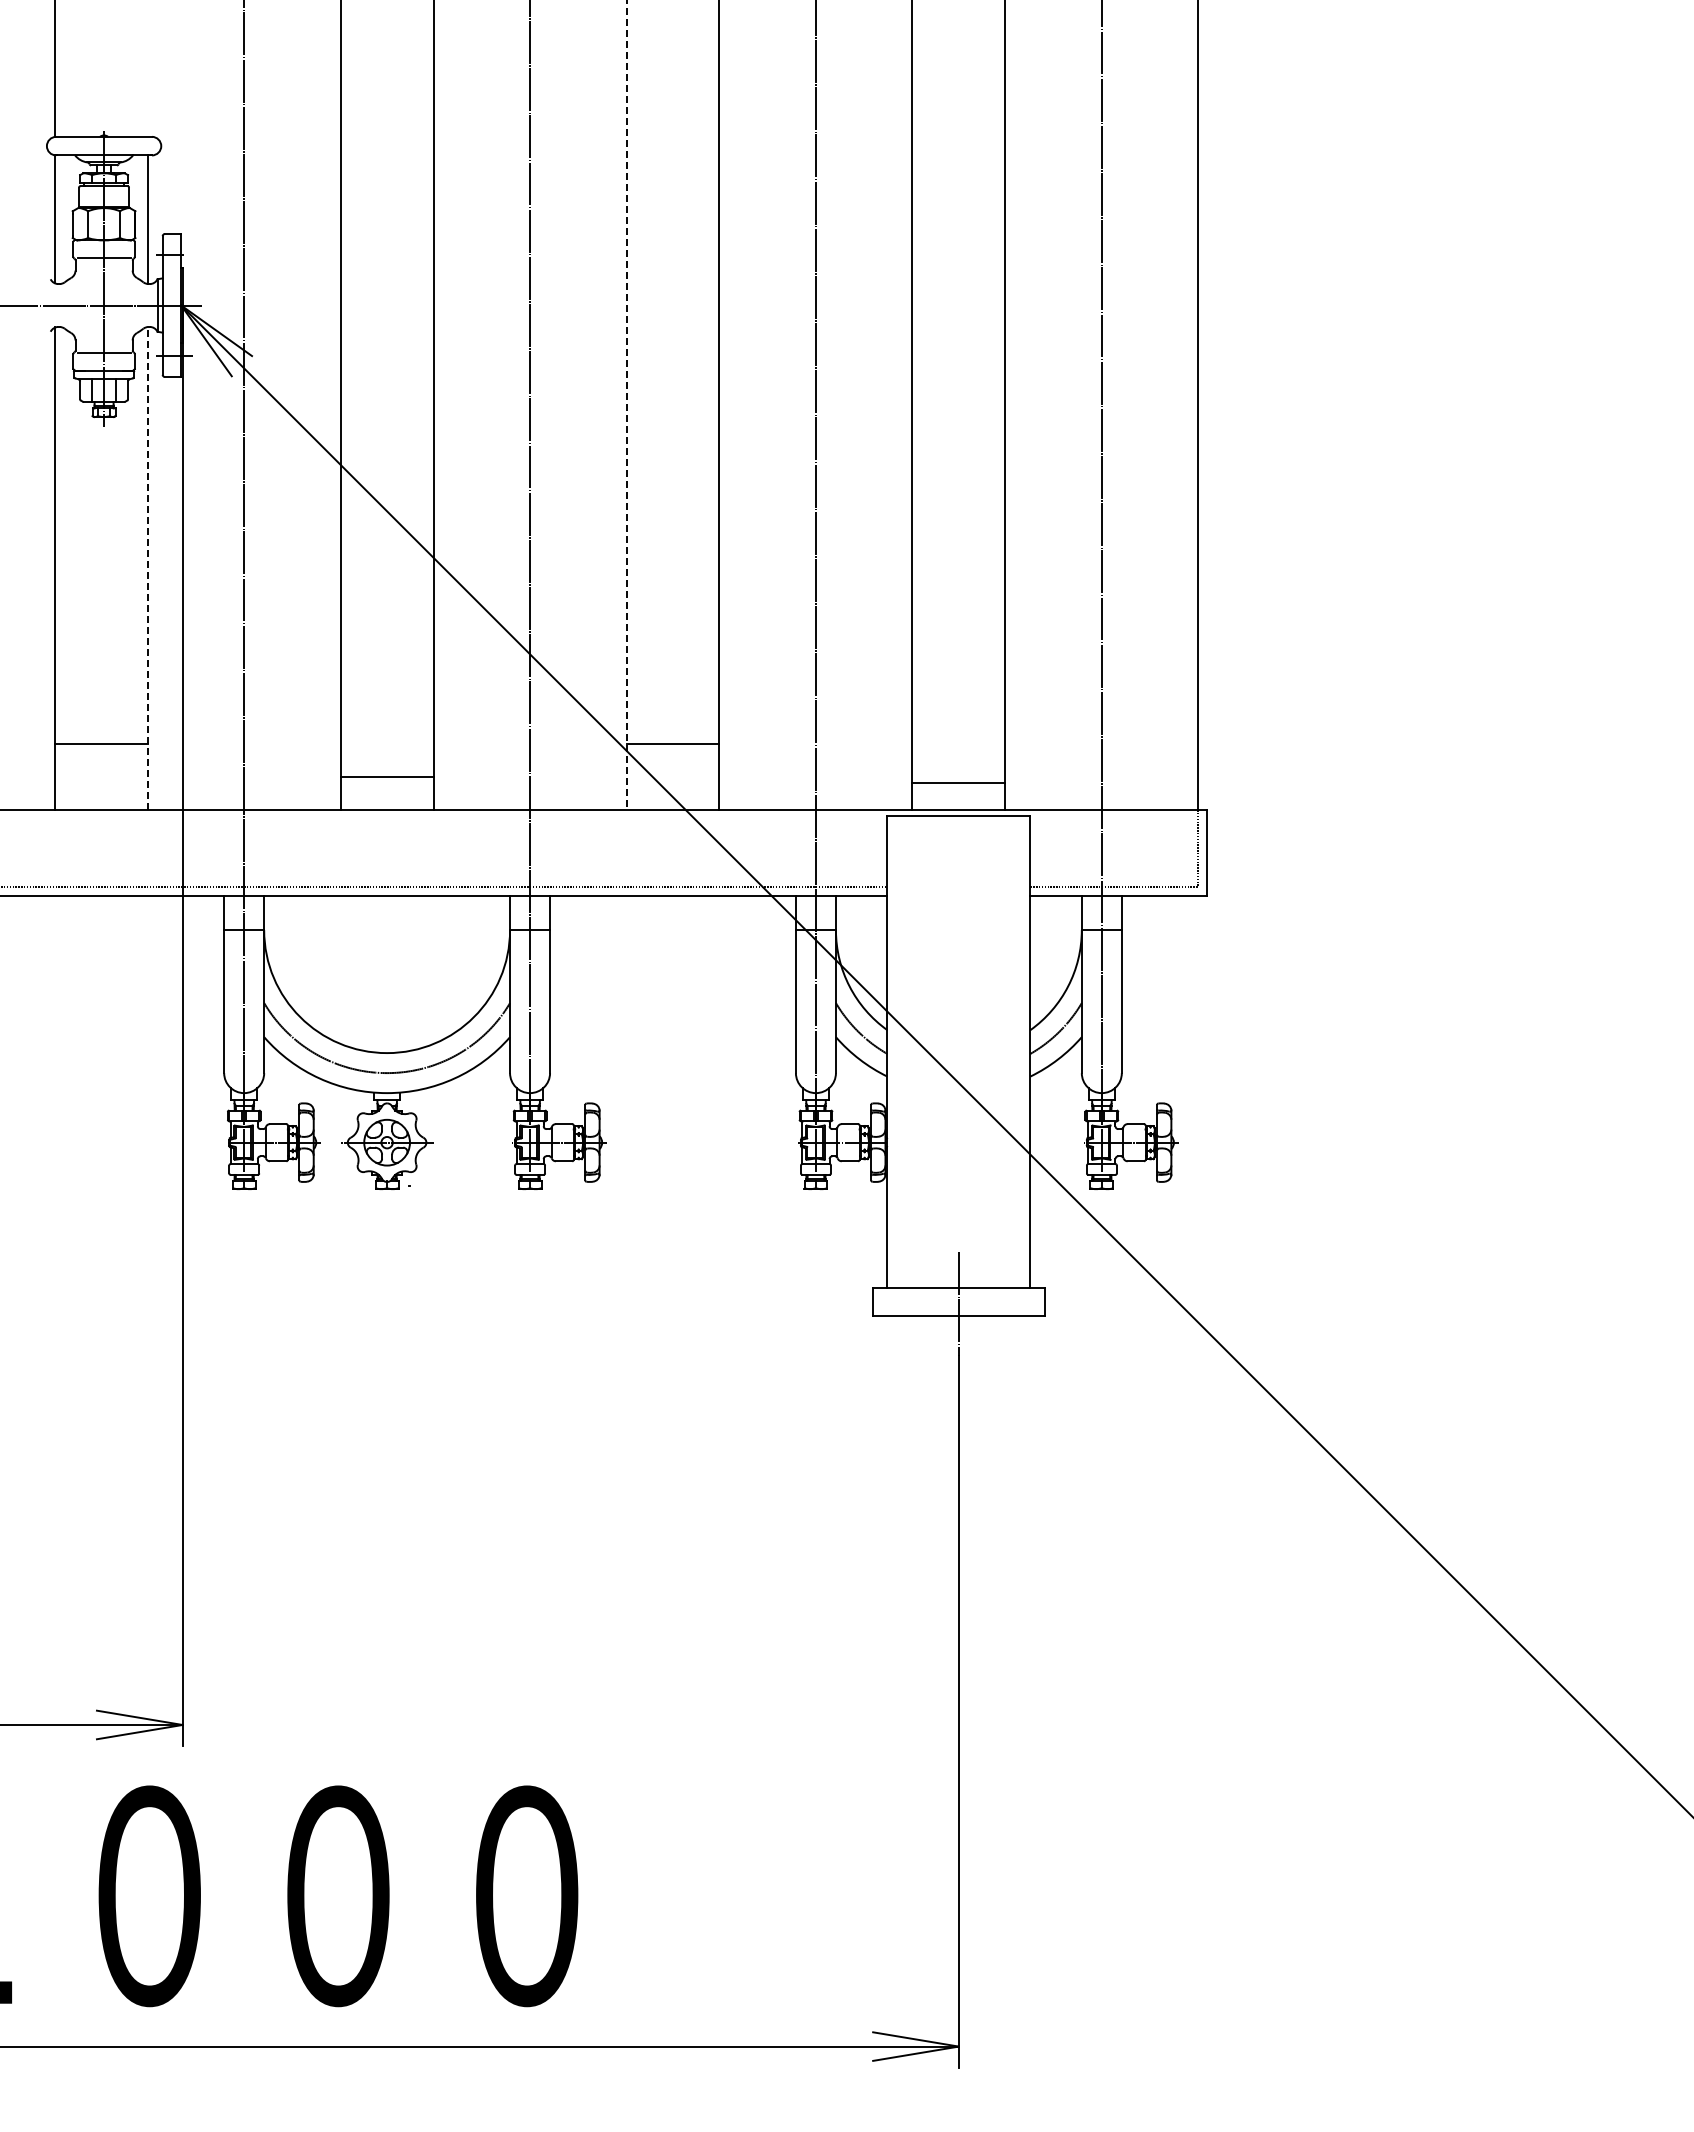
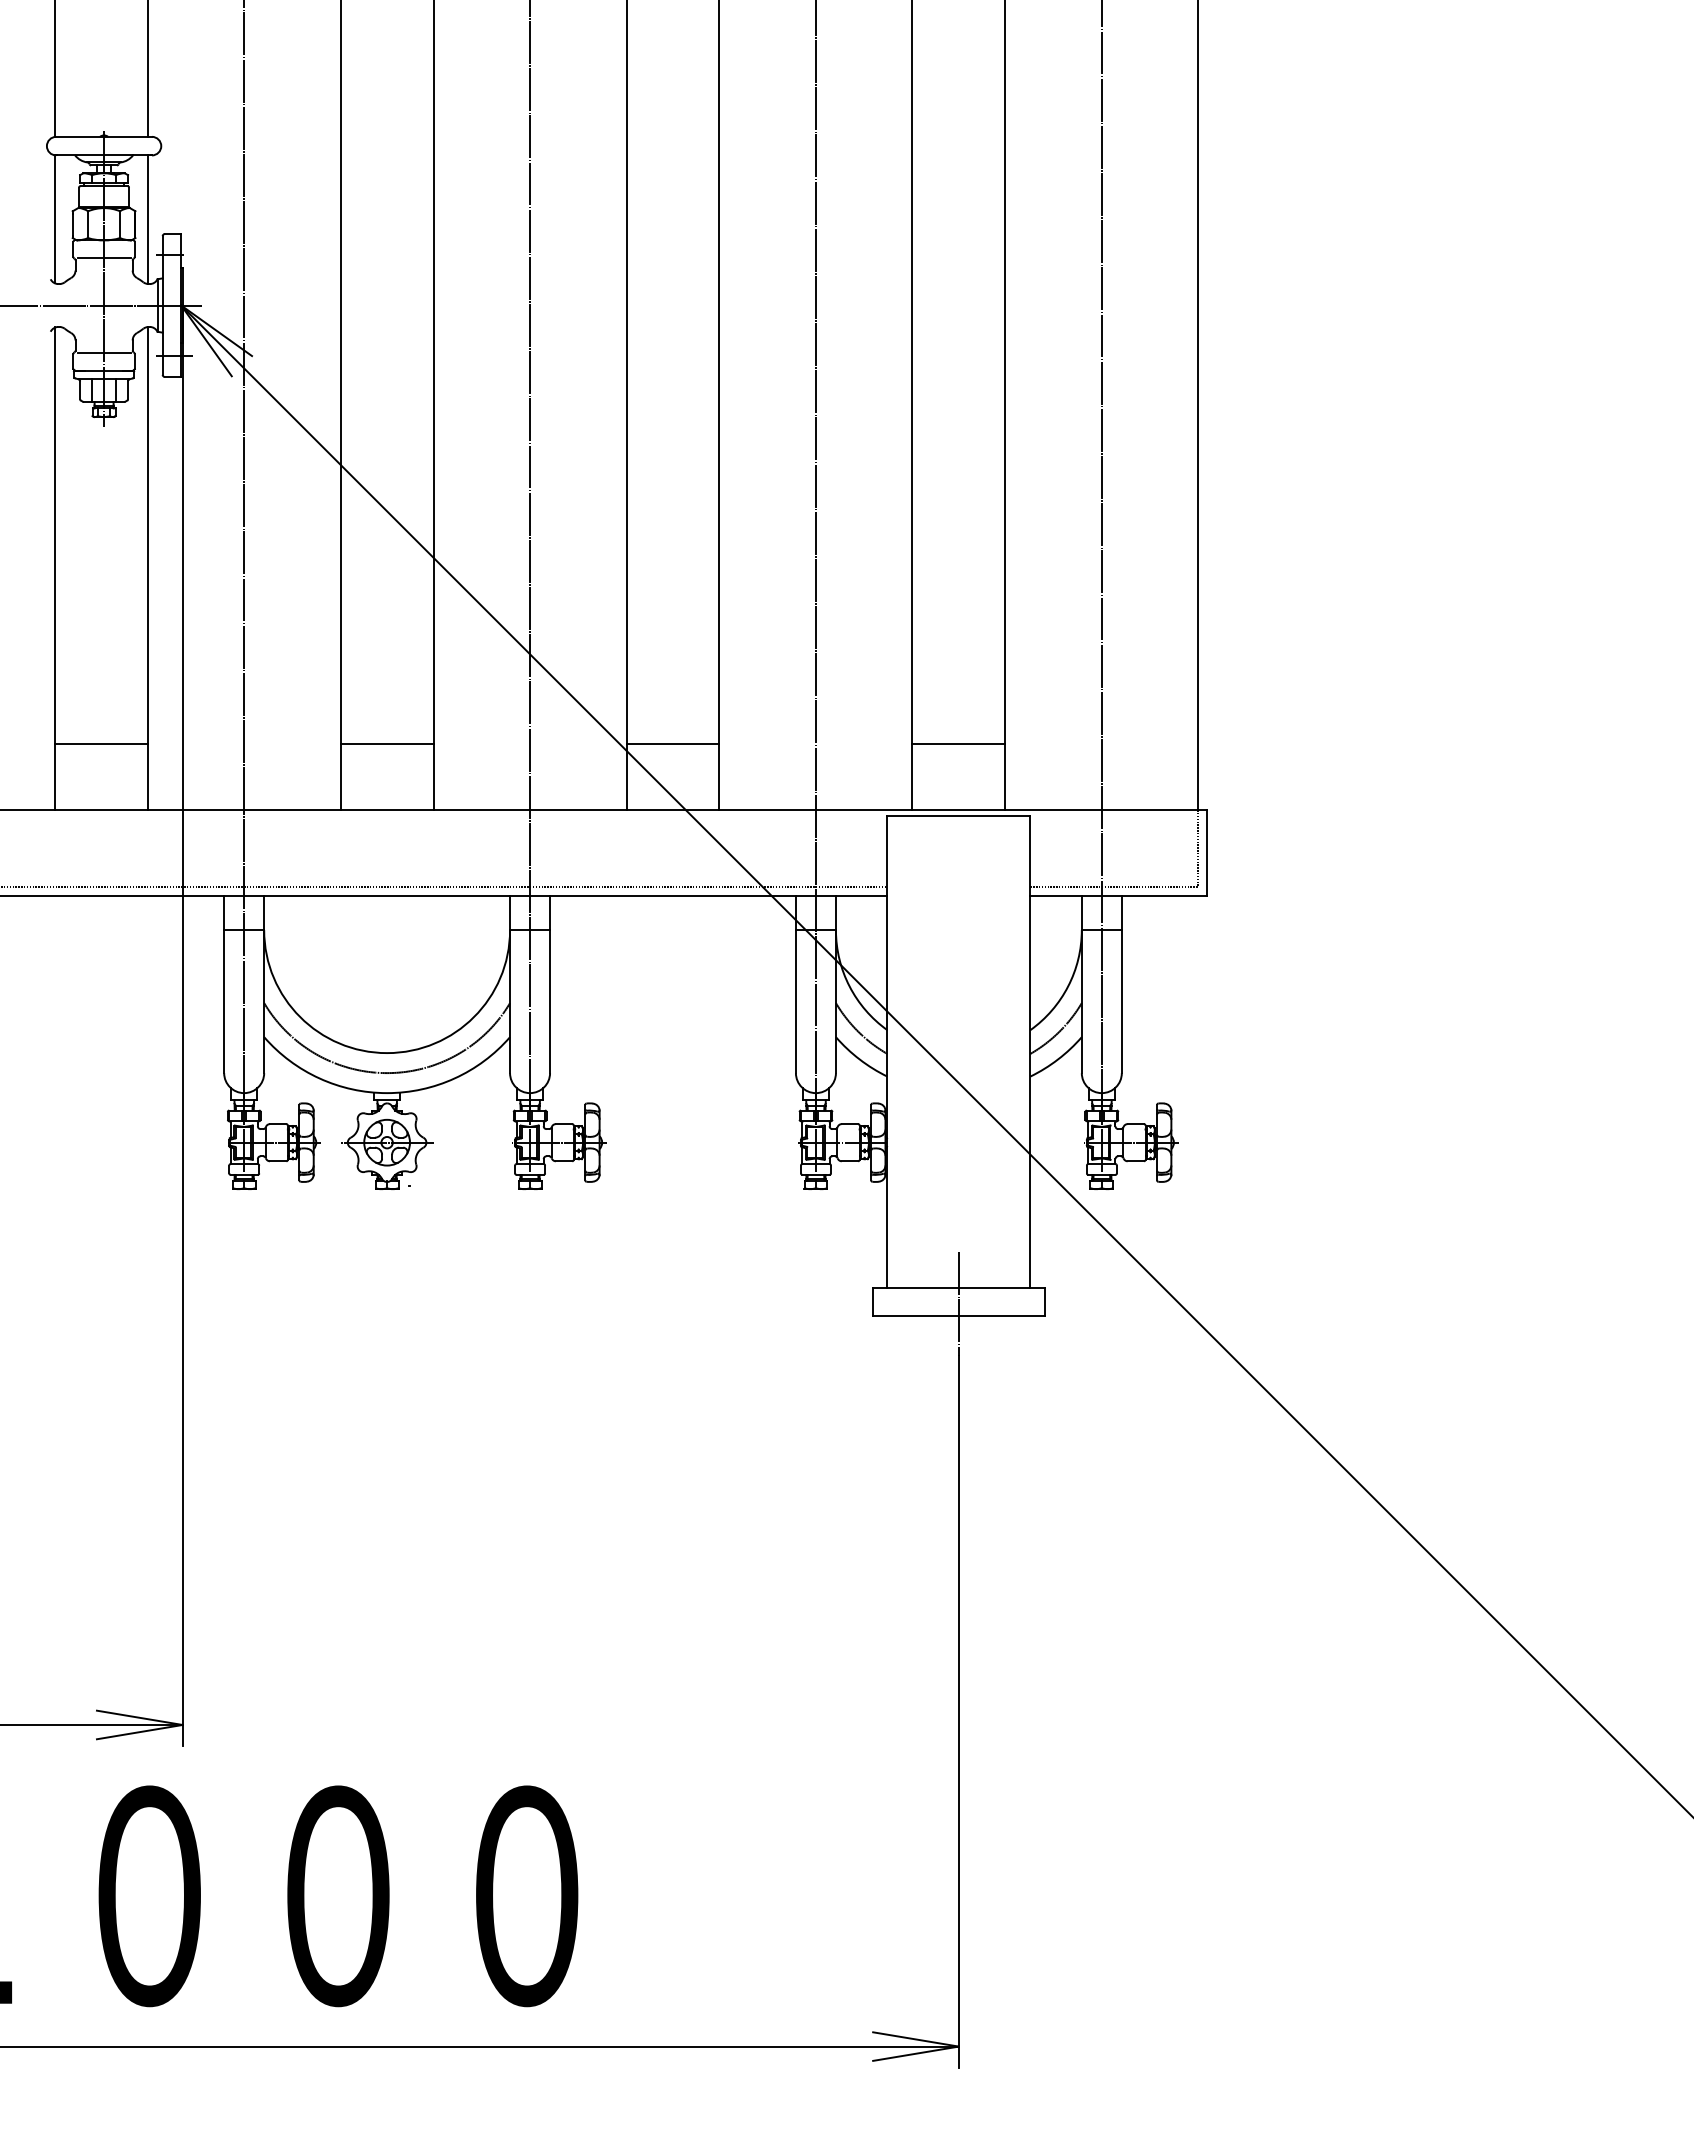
line at (147, 69): none -> present
line at (626, 405): dashed -> solid
line at (147, 568): dashed -> solid
line at (386, 777) position: (386, 777) -> (386, 744)
line at (958, 783) position: (958, 783) -> (958, 744)
